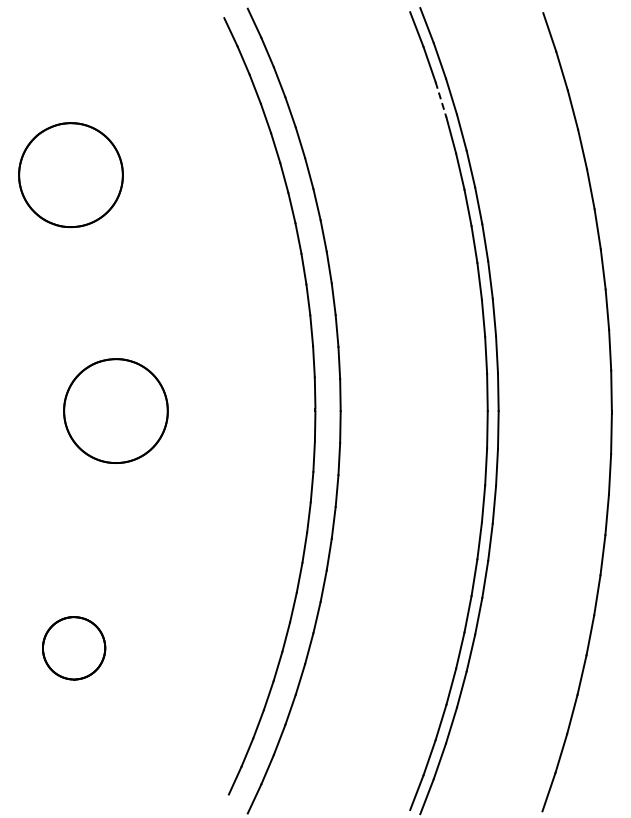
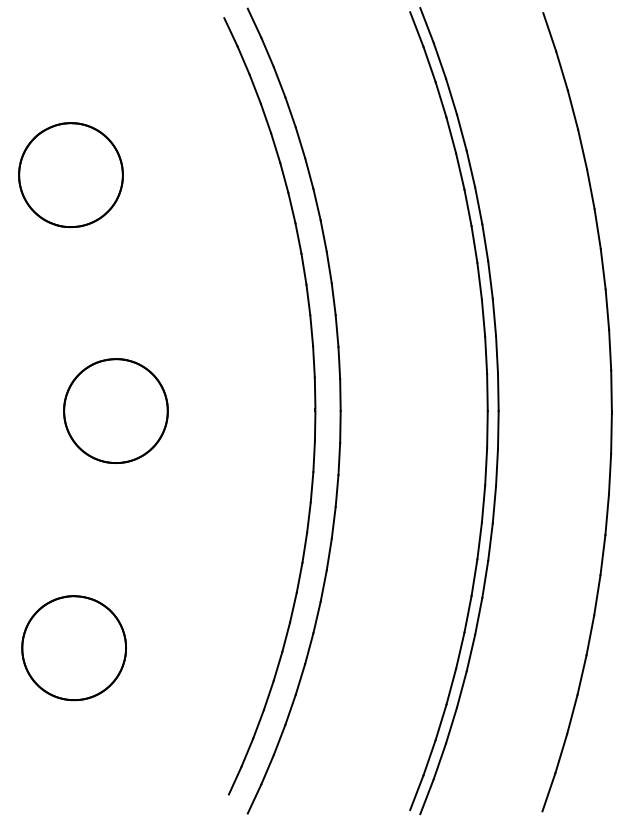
line at (441, 99): dashed -> solid
part at (74, 648) size: 65x65 px -> 106x107 px
